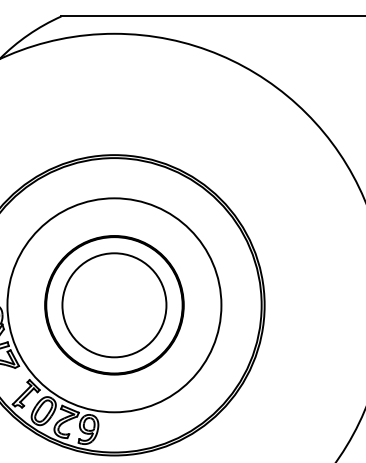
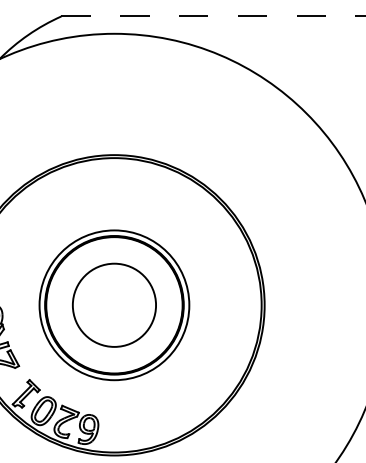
line at (214, 16): solid -> dashed
circle at (114, 305) diameter: 104 px -> 83 px
circle at (114, 305) diameter: 214 px -> 150 px
